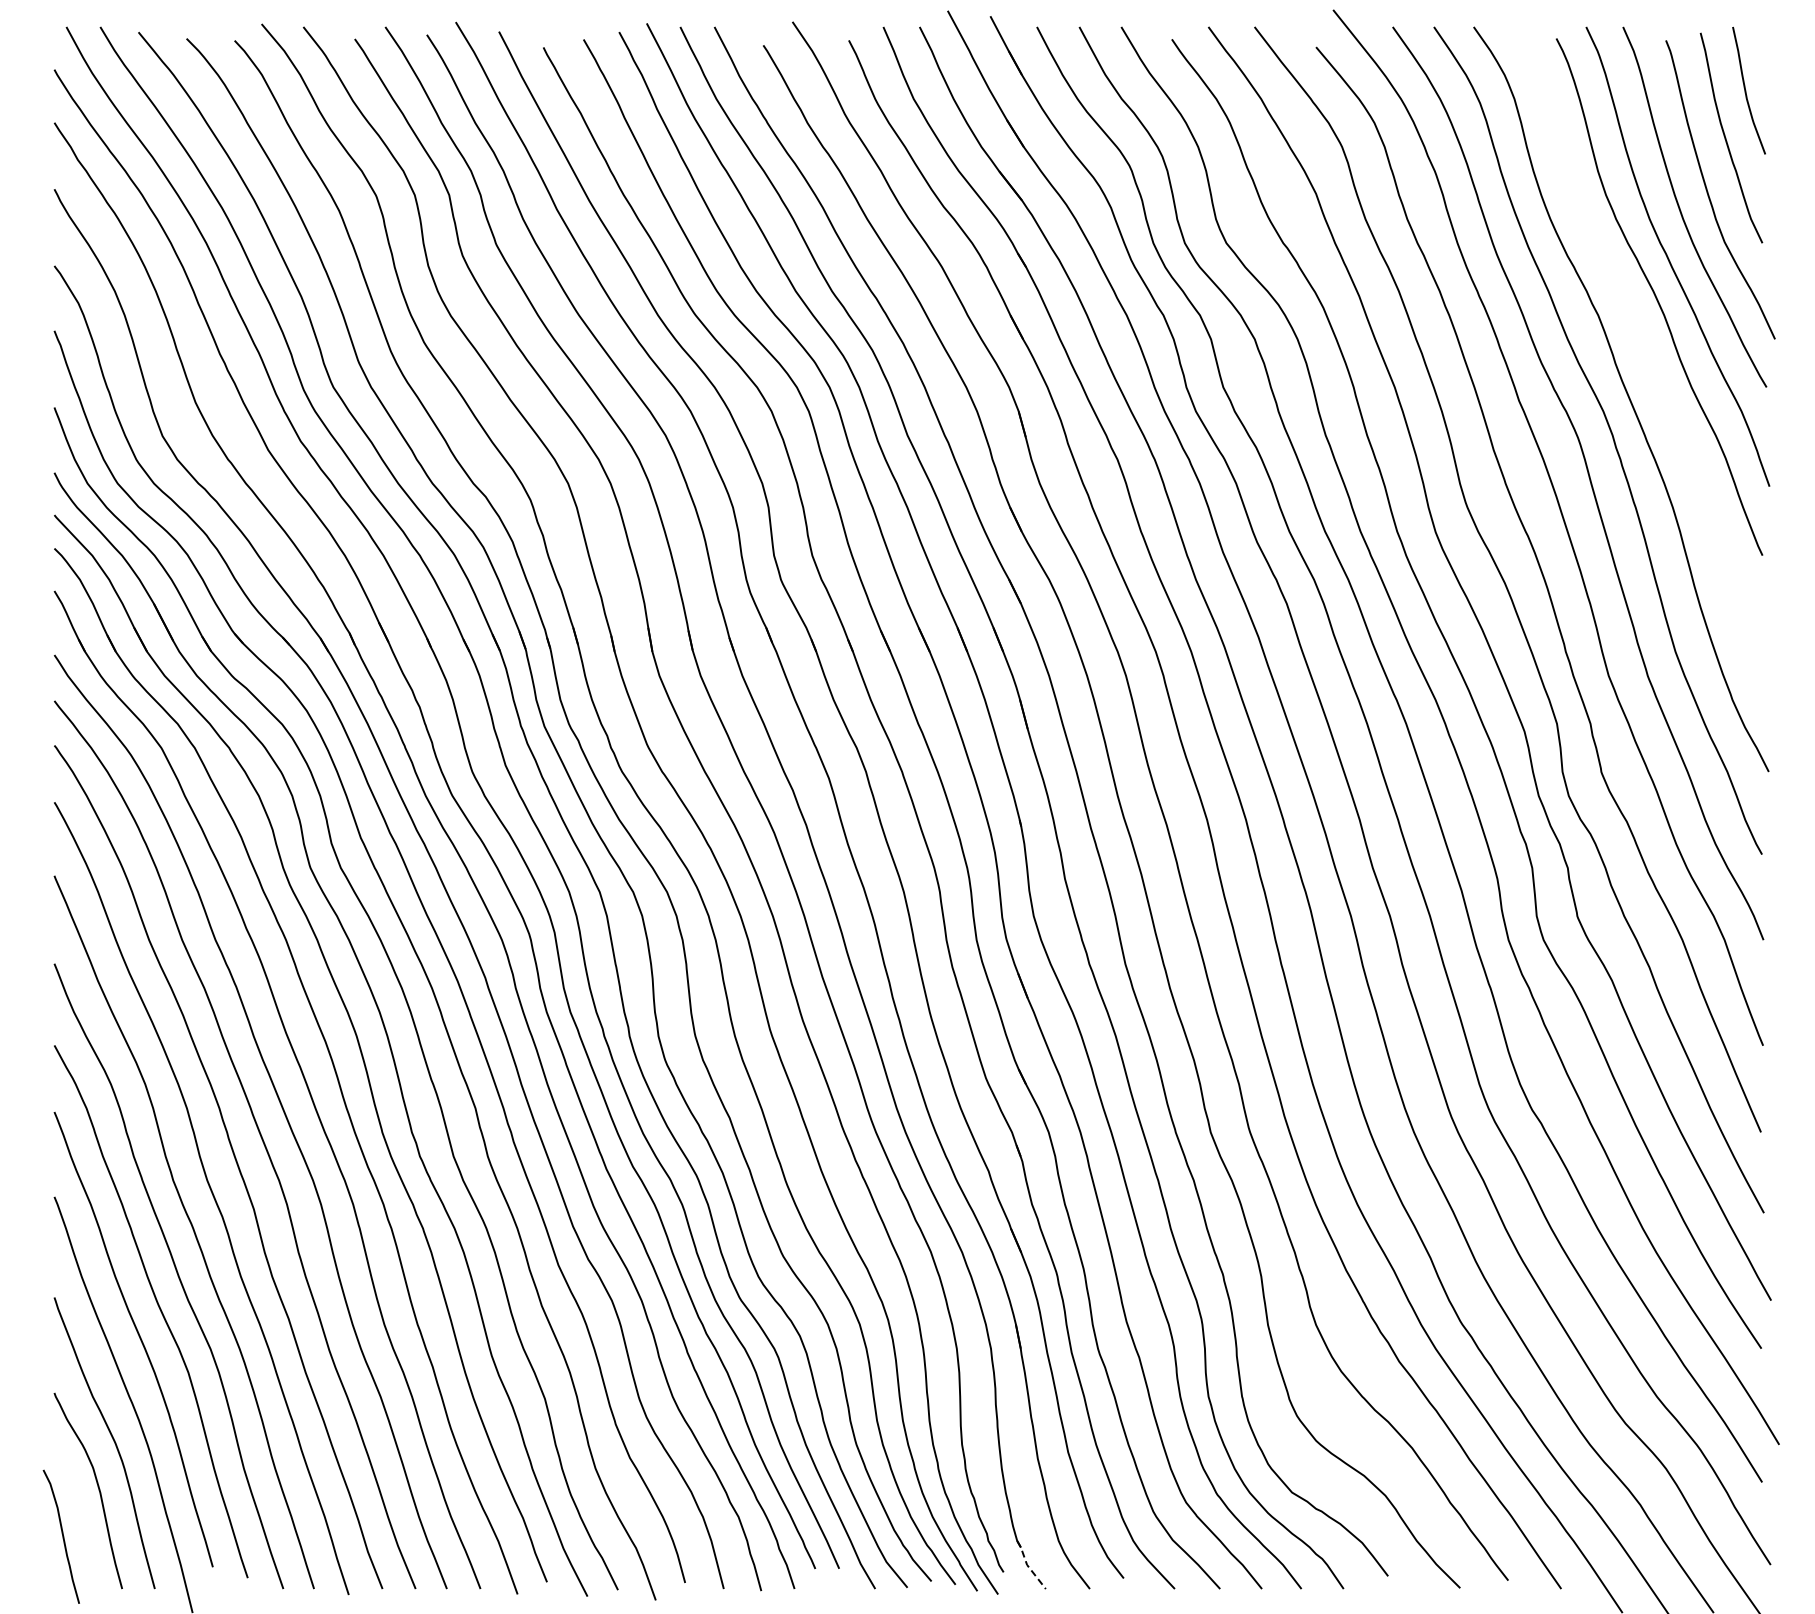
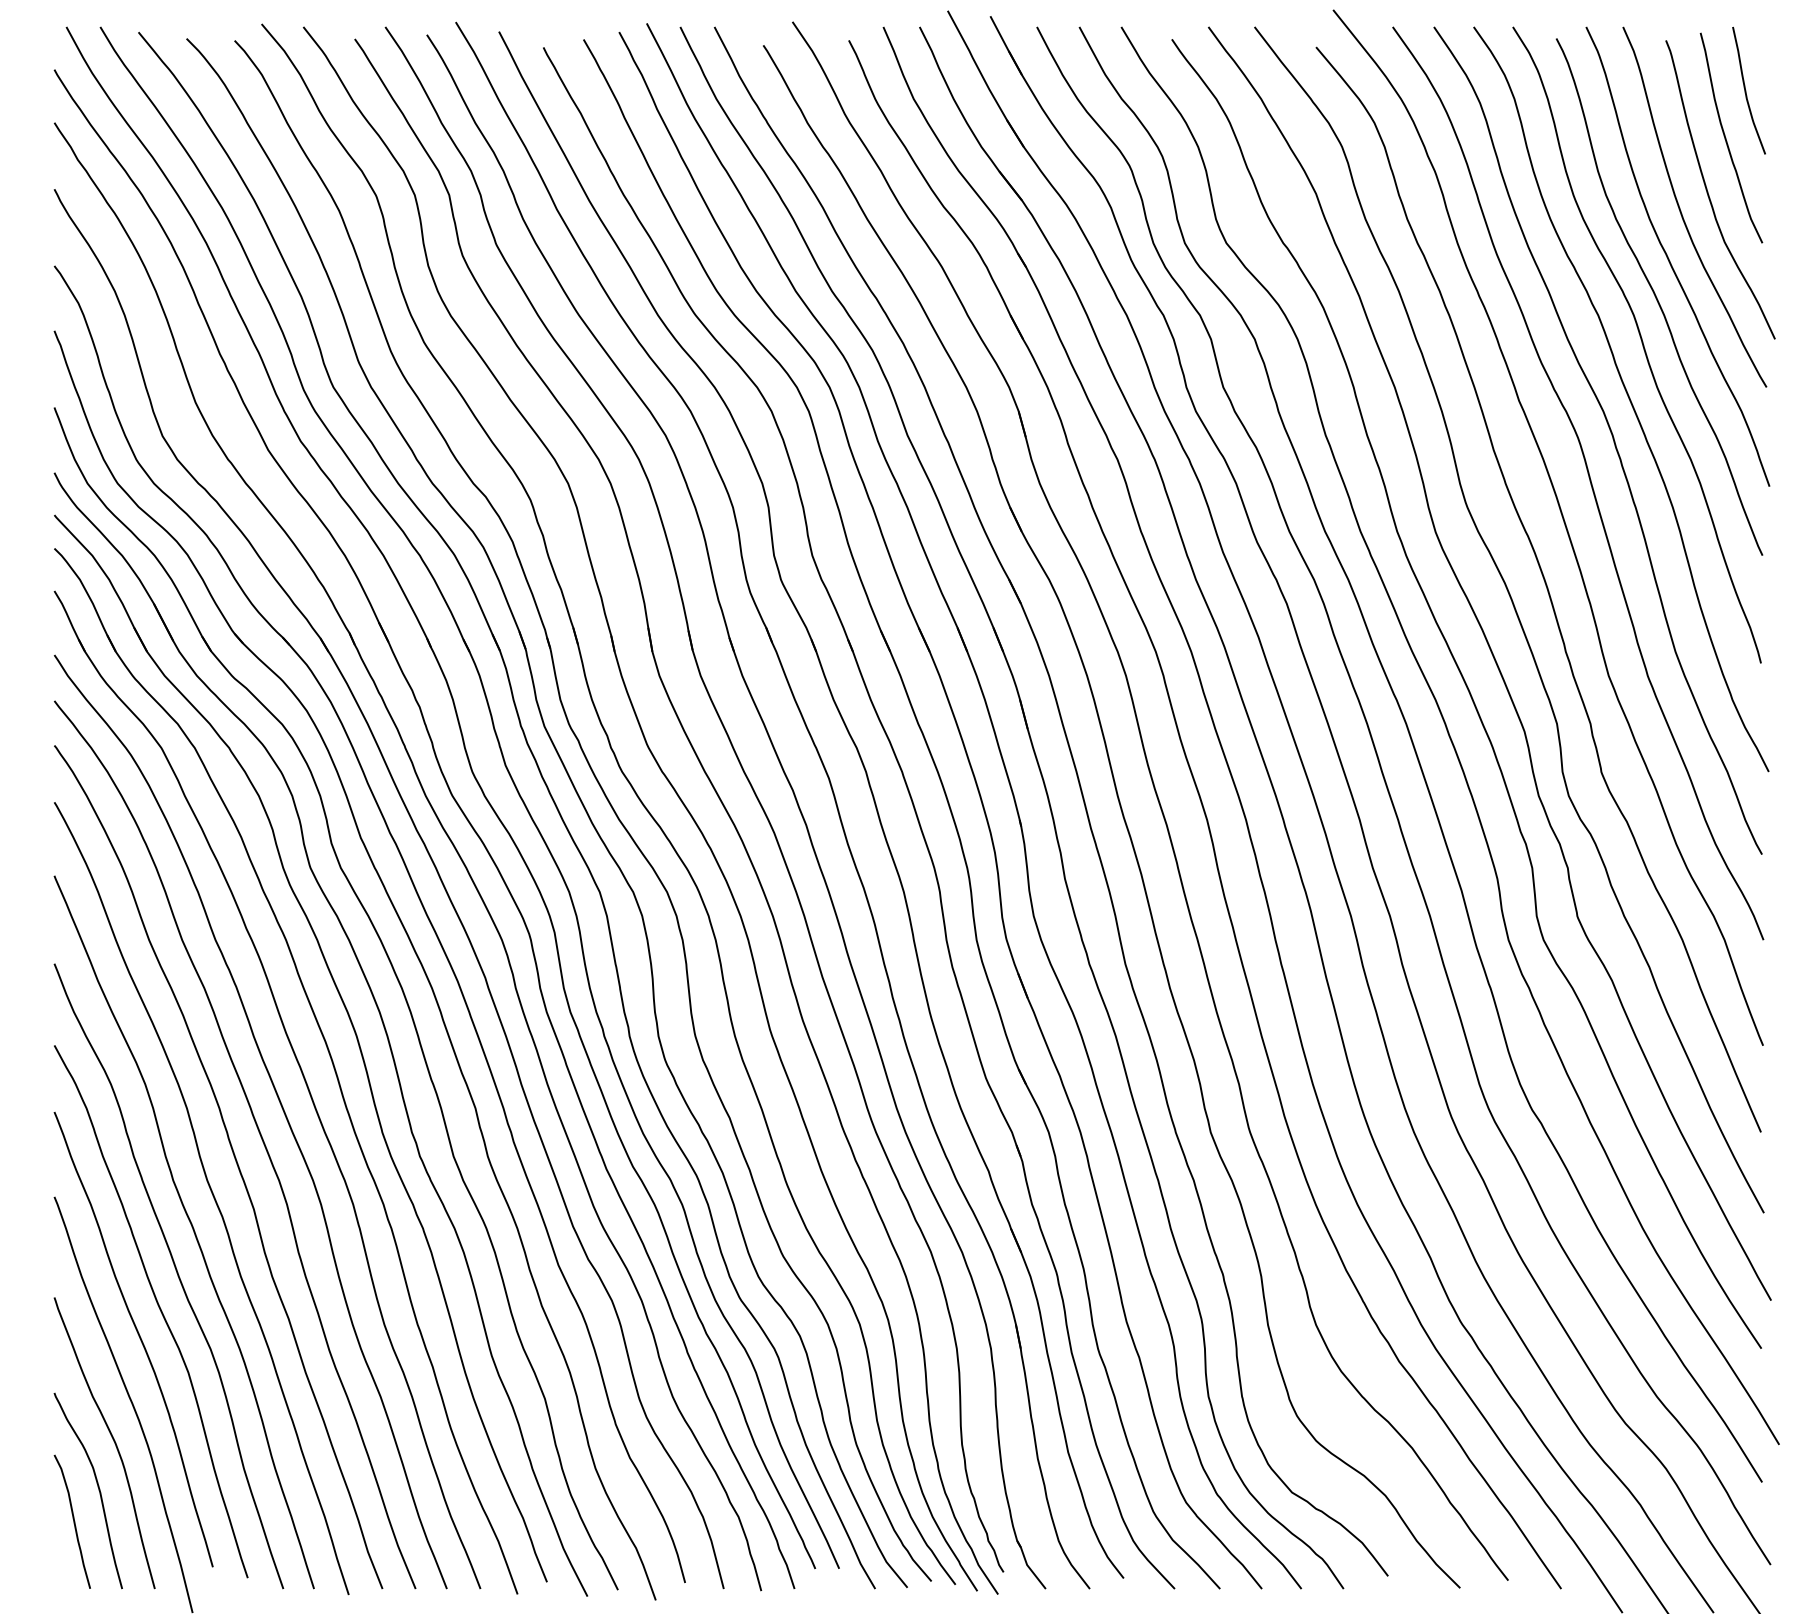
curve at (1641, 343): none -> present
curve at (62, 1536) position: (62, 1536) -> (73, 1521)
line at (1027, 1565): dashed -> solid
